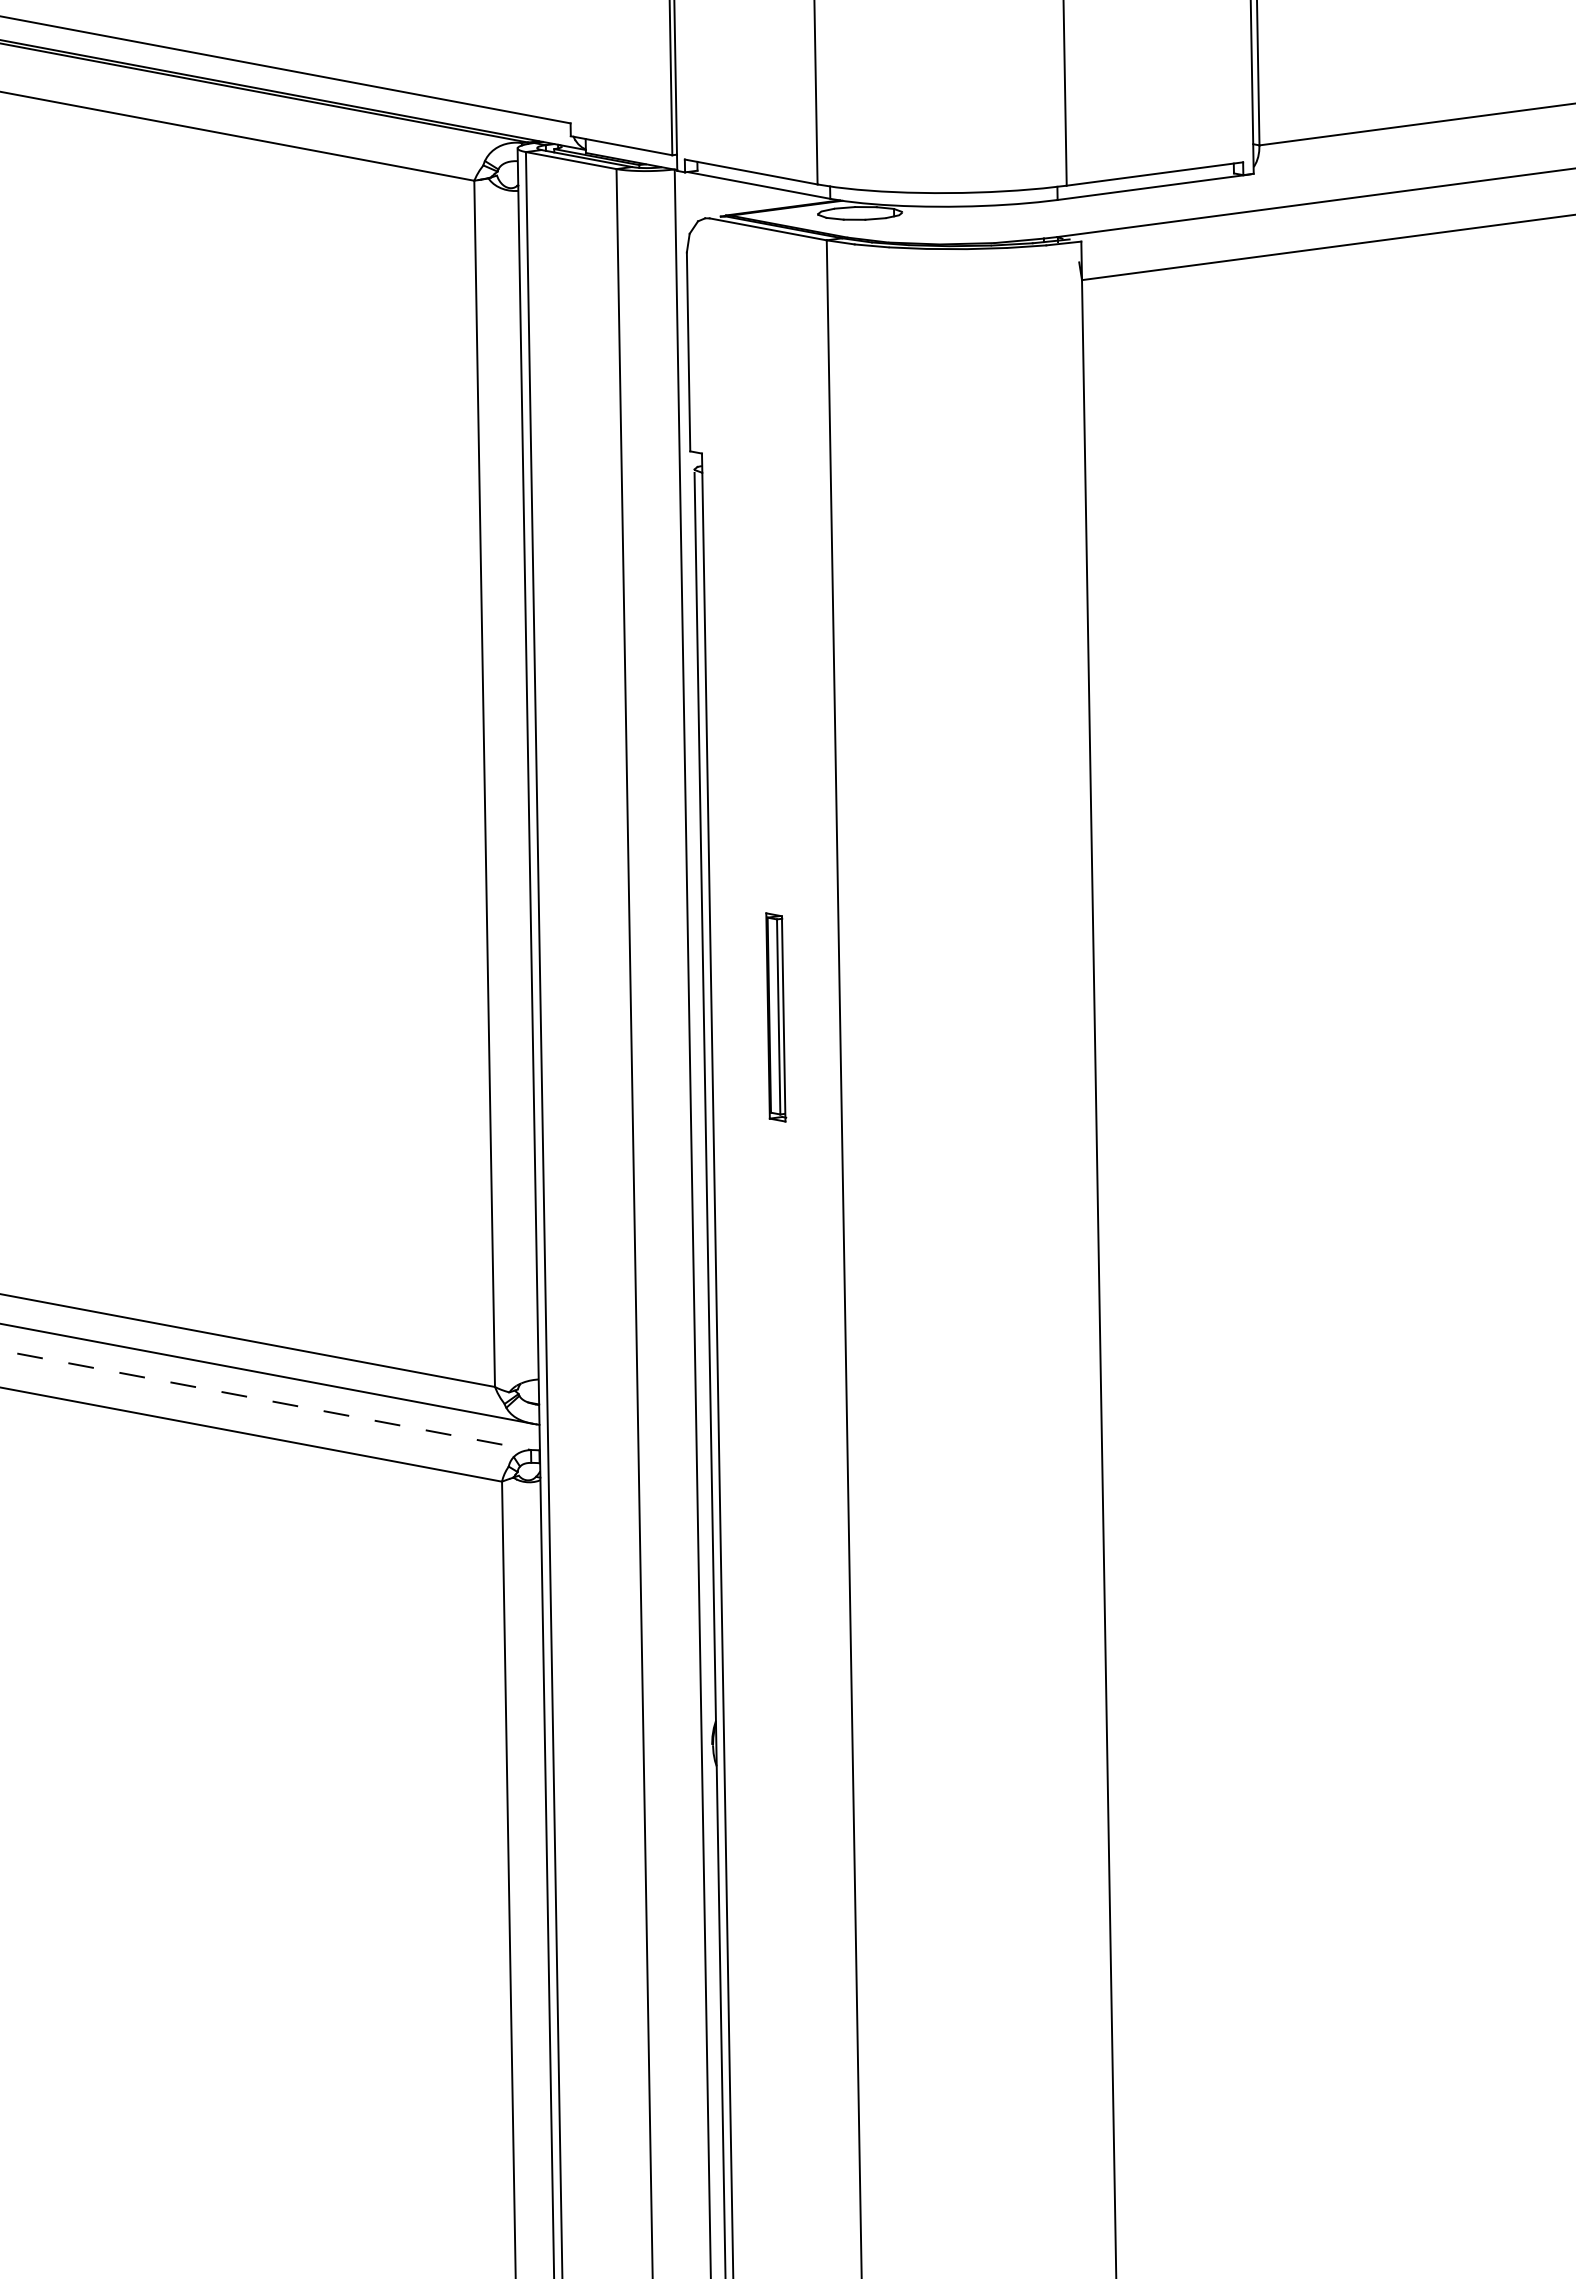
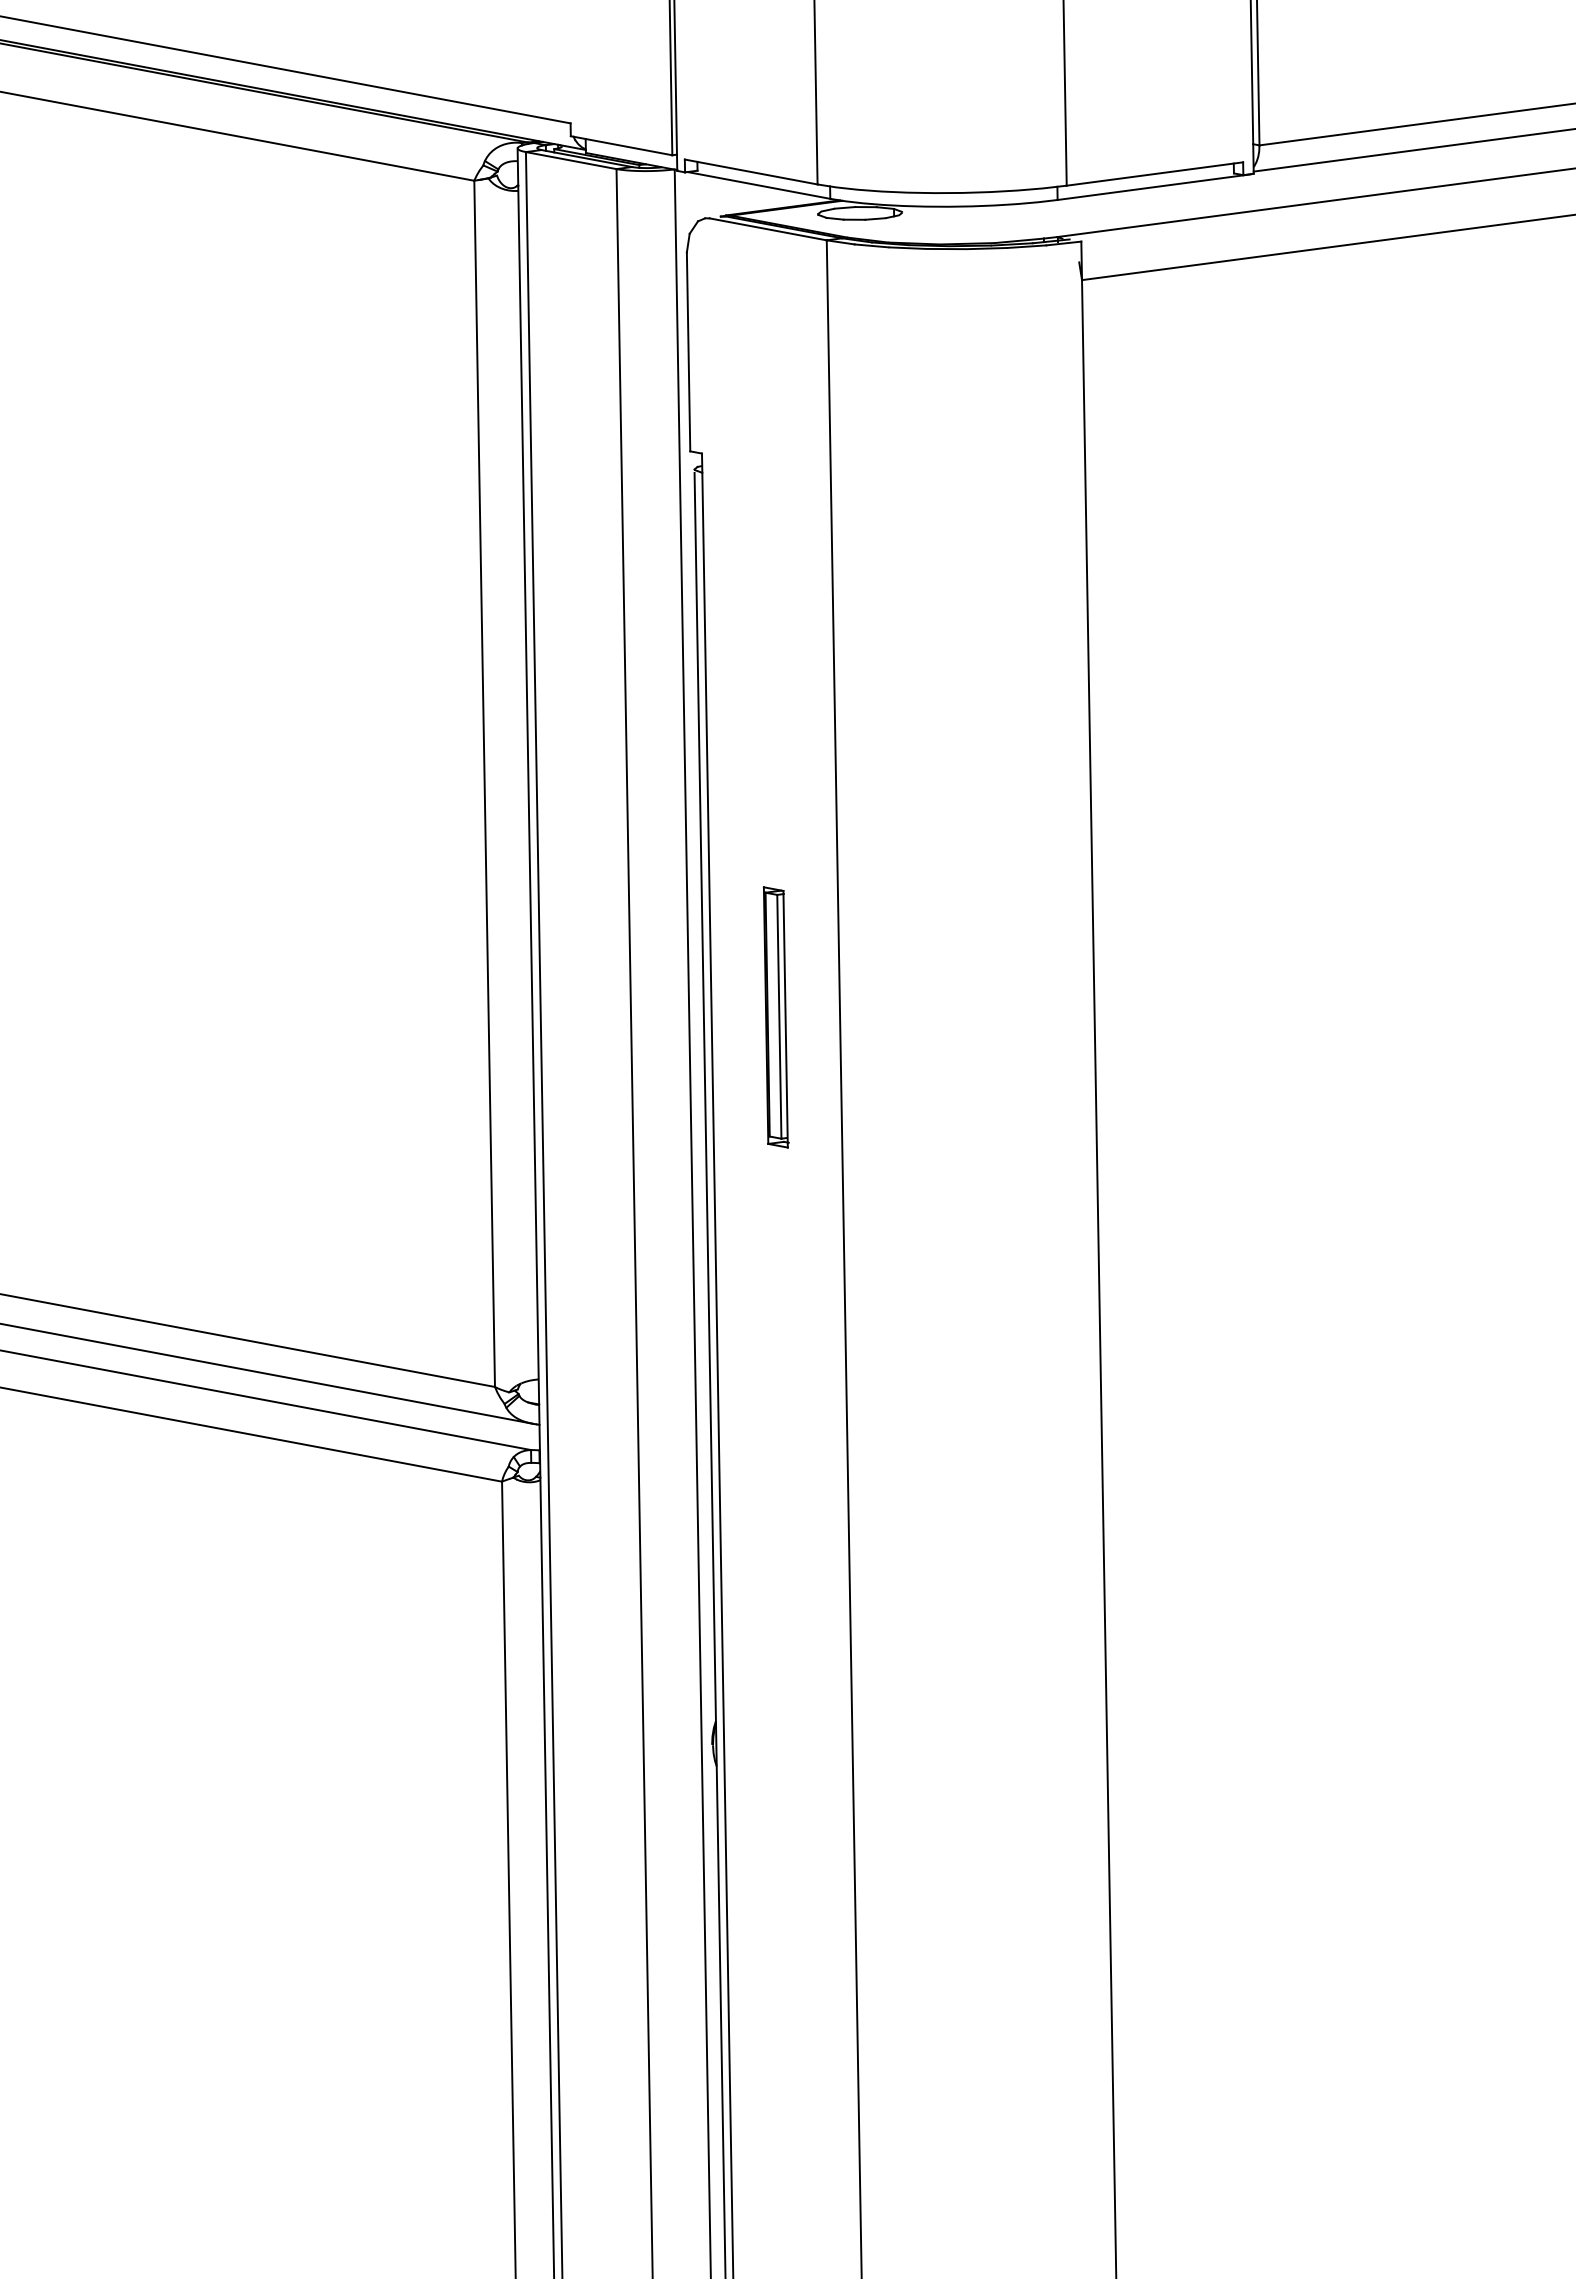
line at (1412, 150): none -> present
part at (776, 1017) size: 23x211 px -> 28x263 px
line at (265, 1400): dashed -> solid
